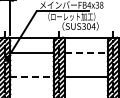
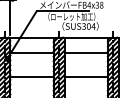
line at (86, 52): dashed -> solid
line at (32, 76): dashed -> solid
